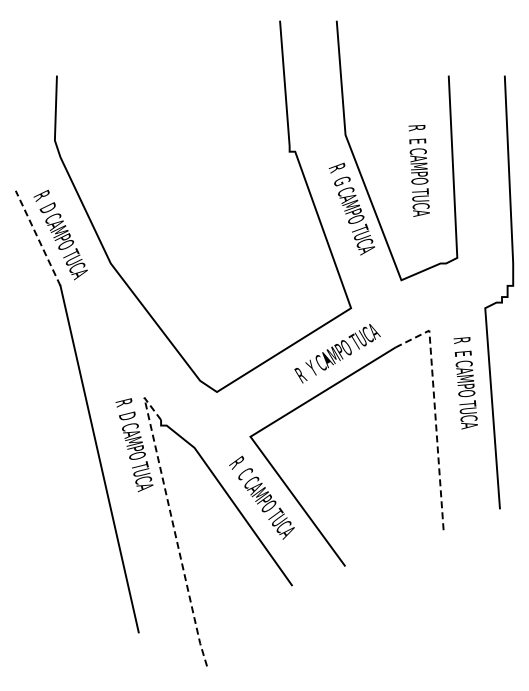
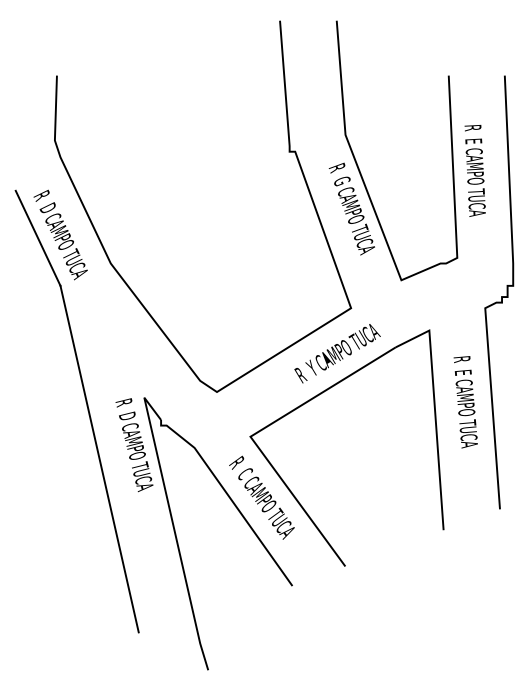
text at (418, 170) position: (418, 170) -> (474, 170)
line at (38, 238): dashed -> solid
text at (465, 383) position: (465, 383) -> (465, 402)
line at (435, 411): dashed -> solid
line at (172, 521): dashed -> solid
